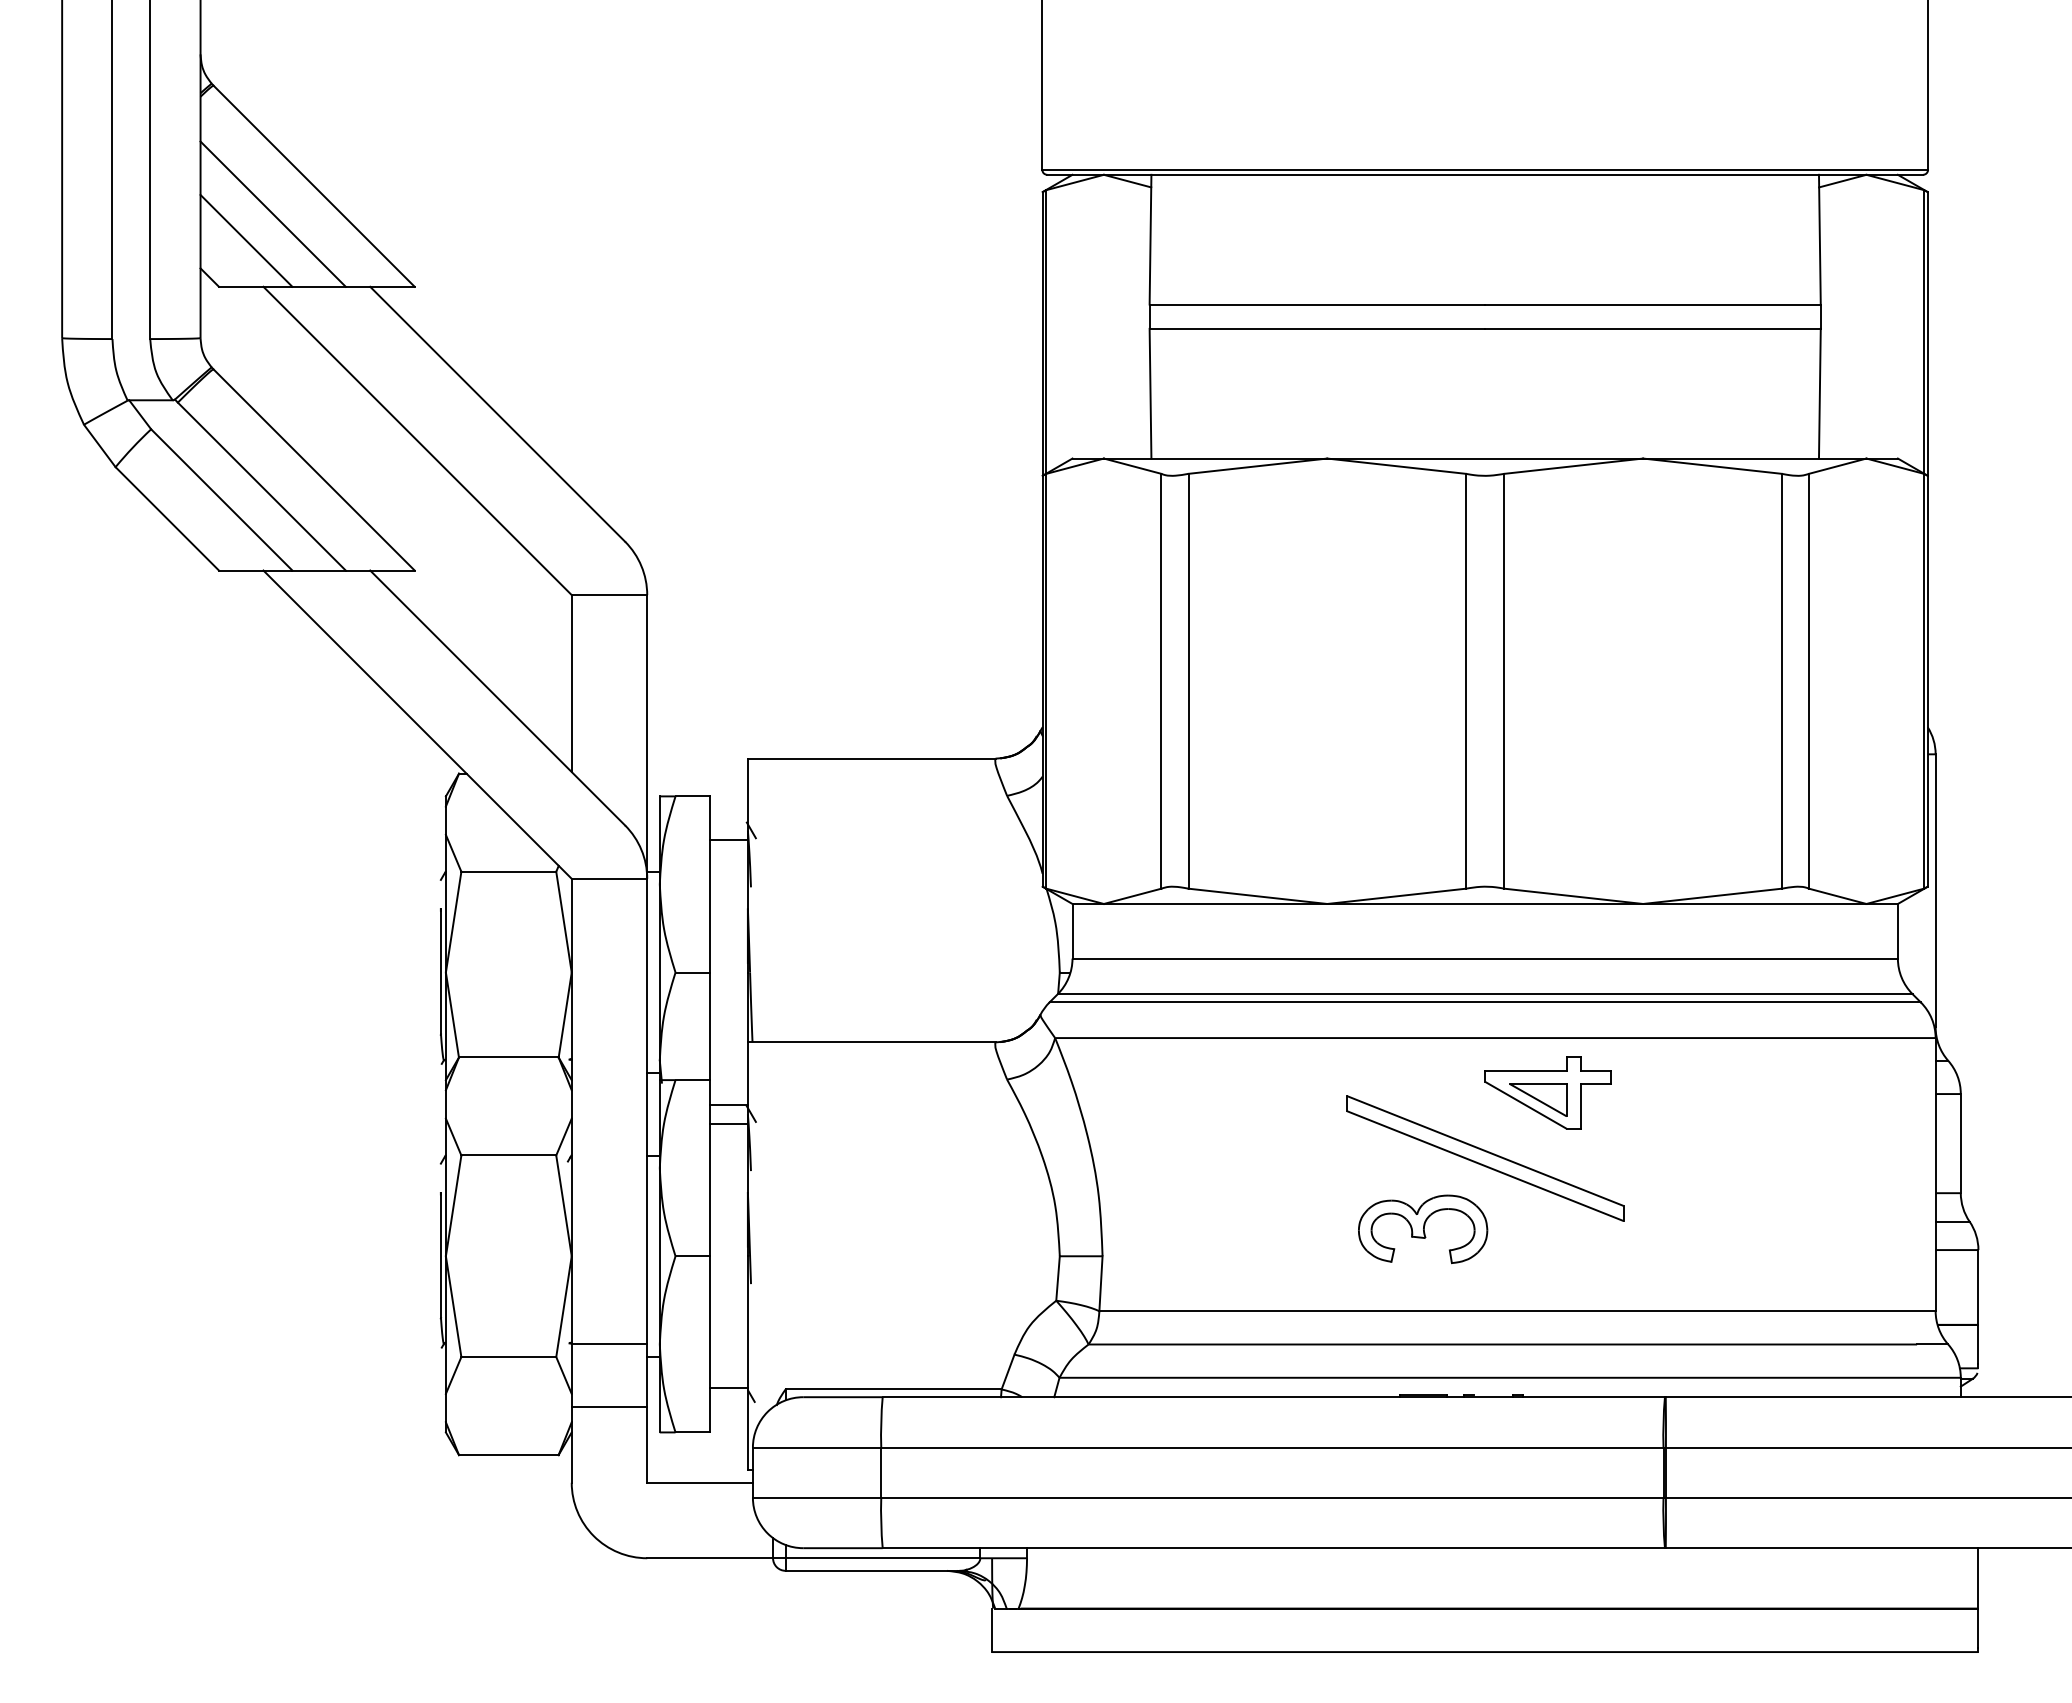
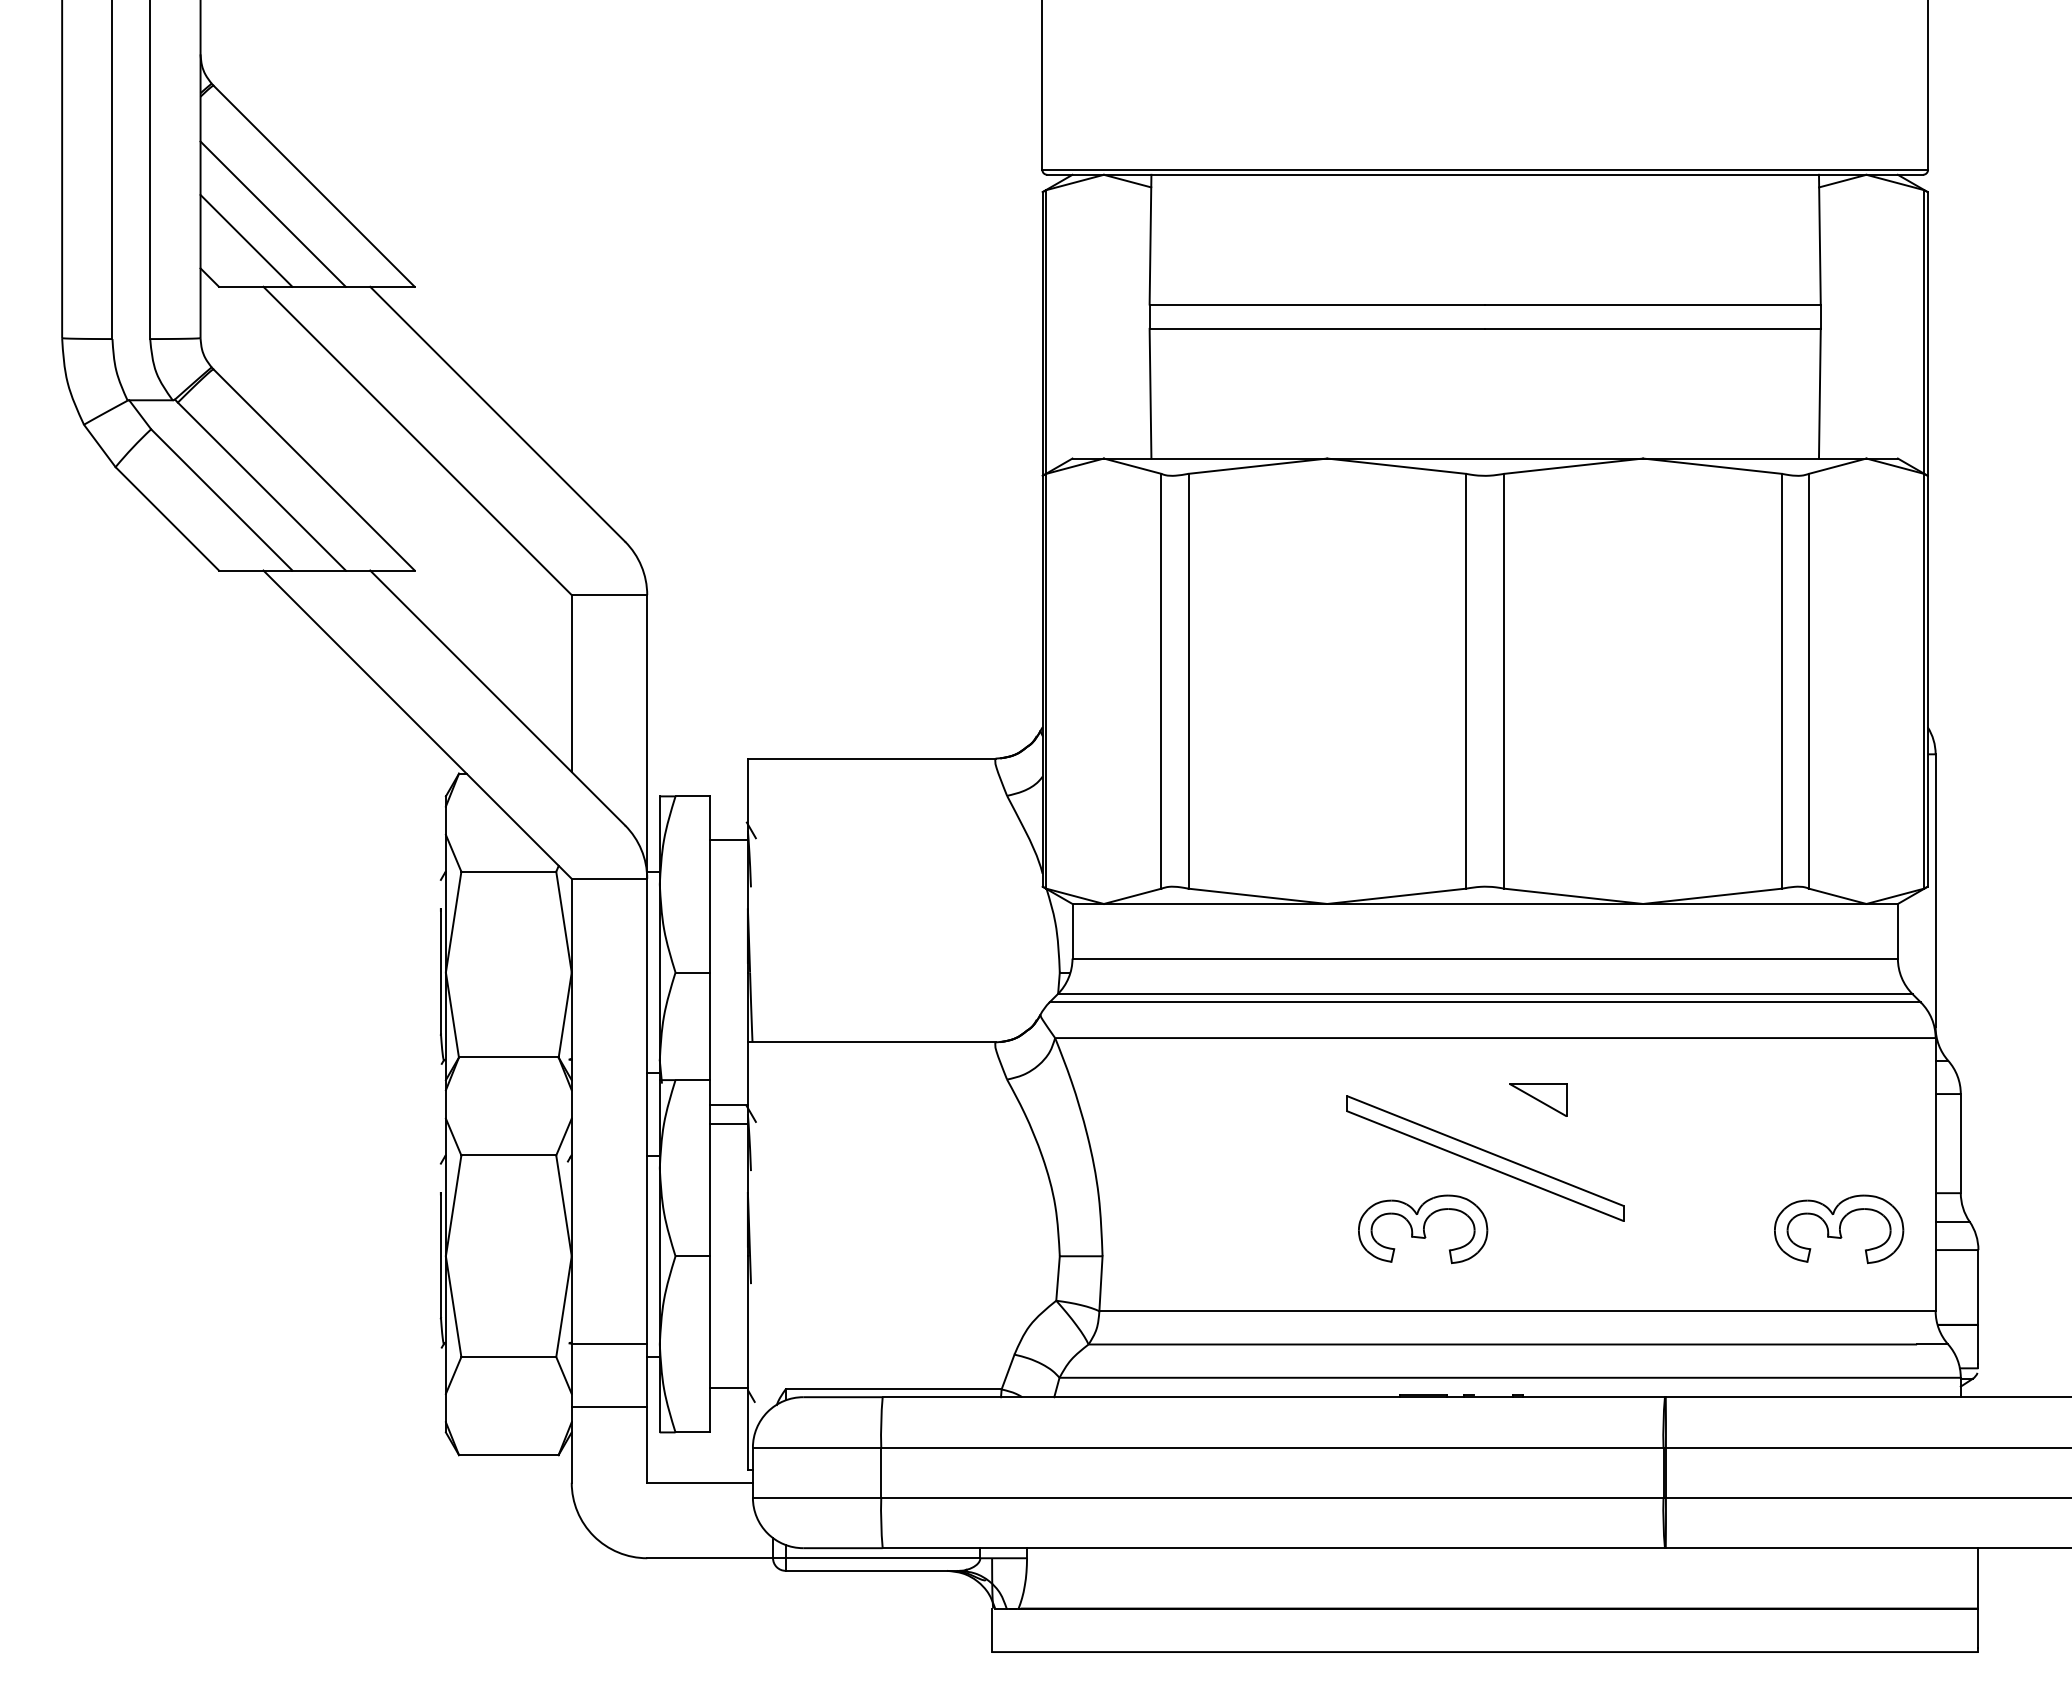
part at (1547, 1092): present -> none
part at (1839, 1229): none -> present
